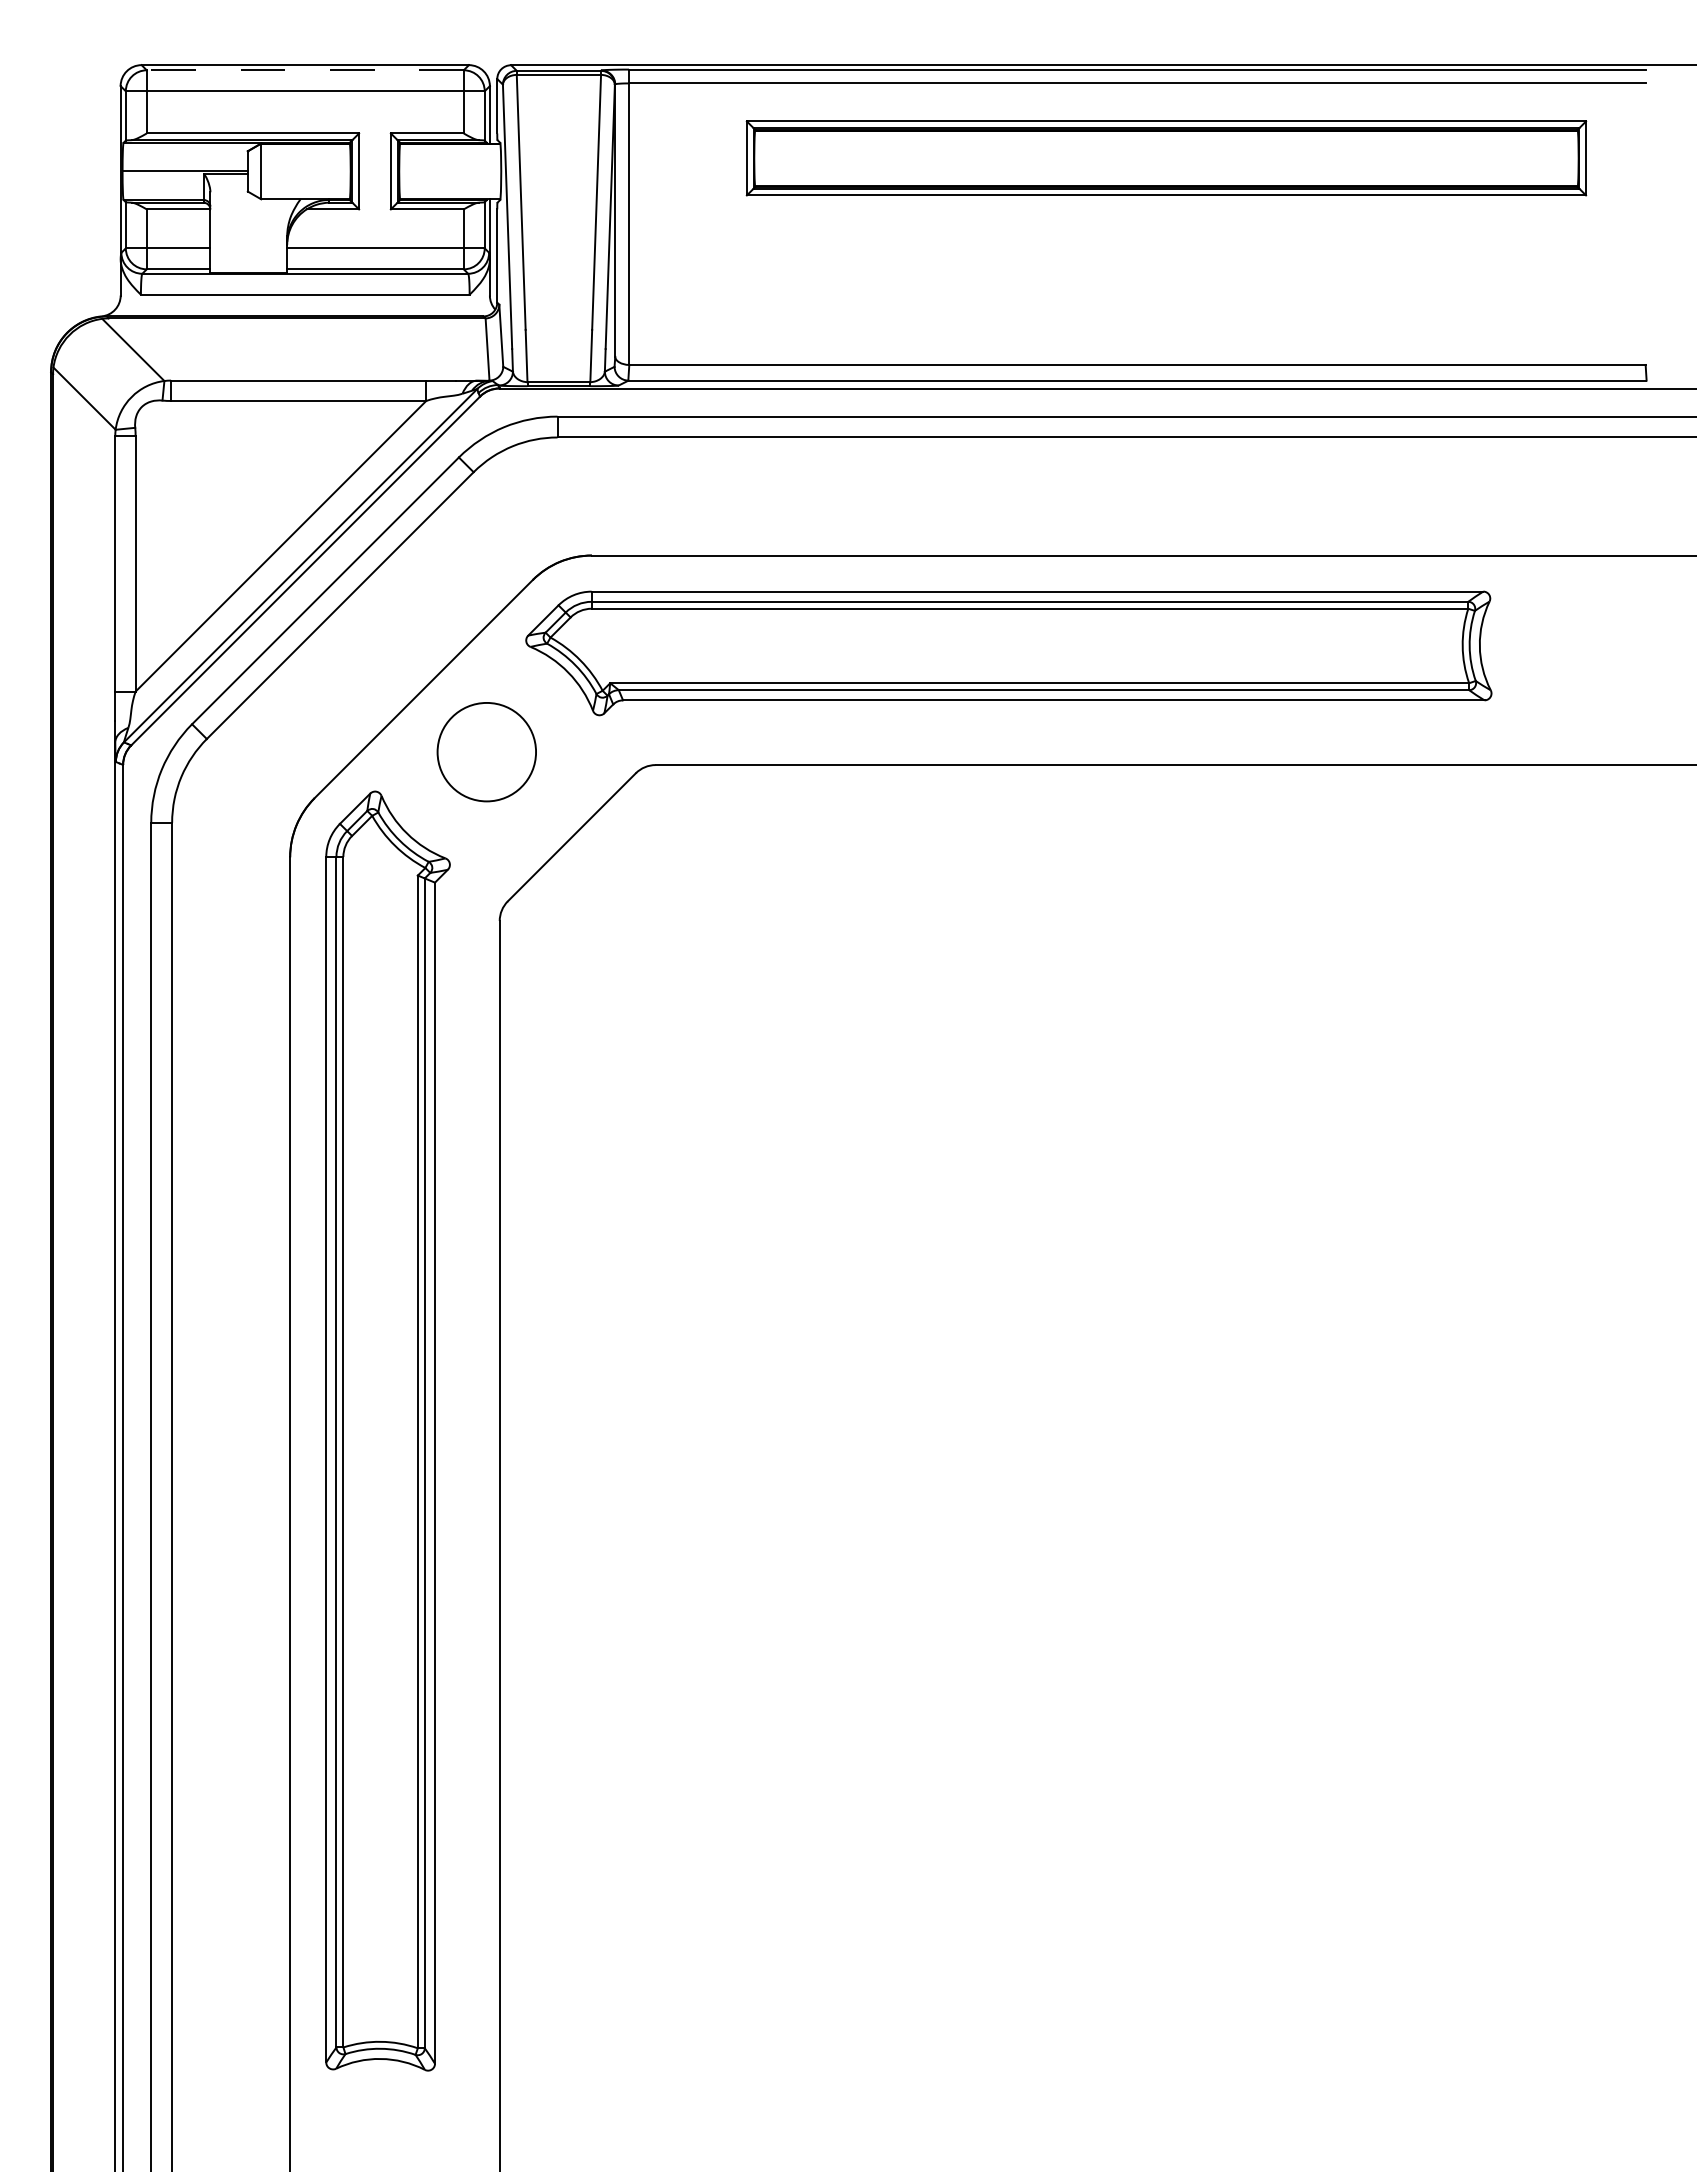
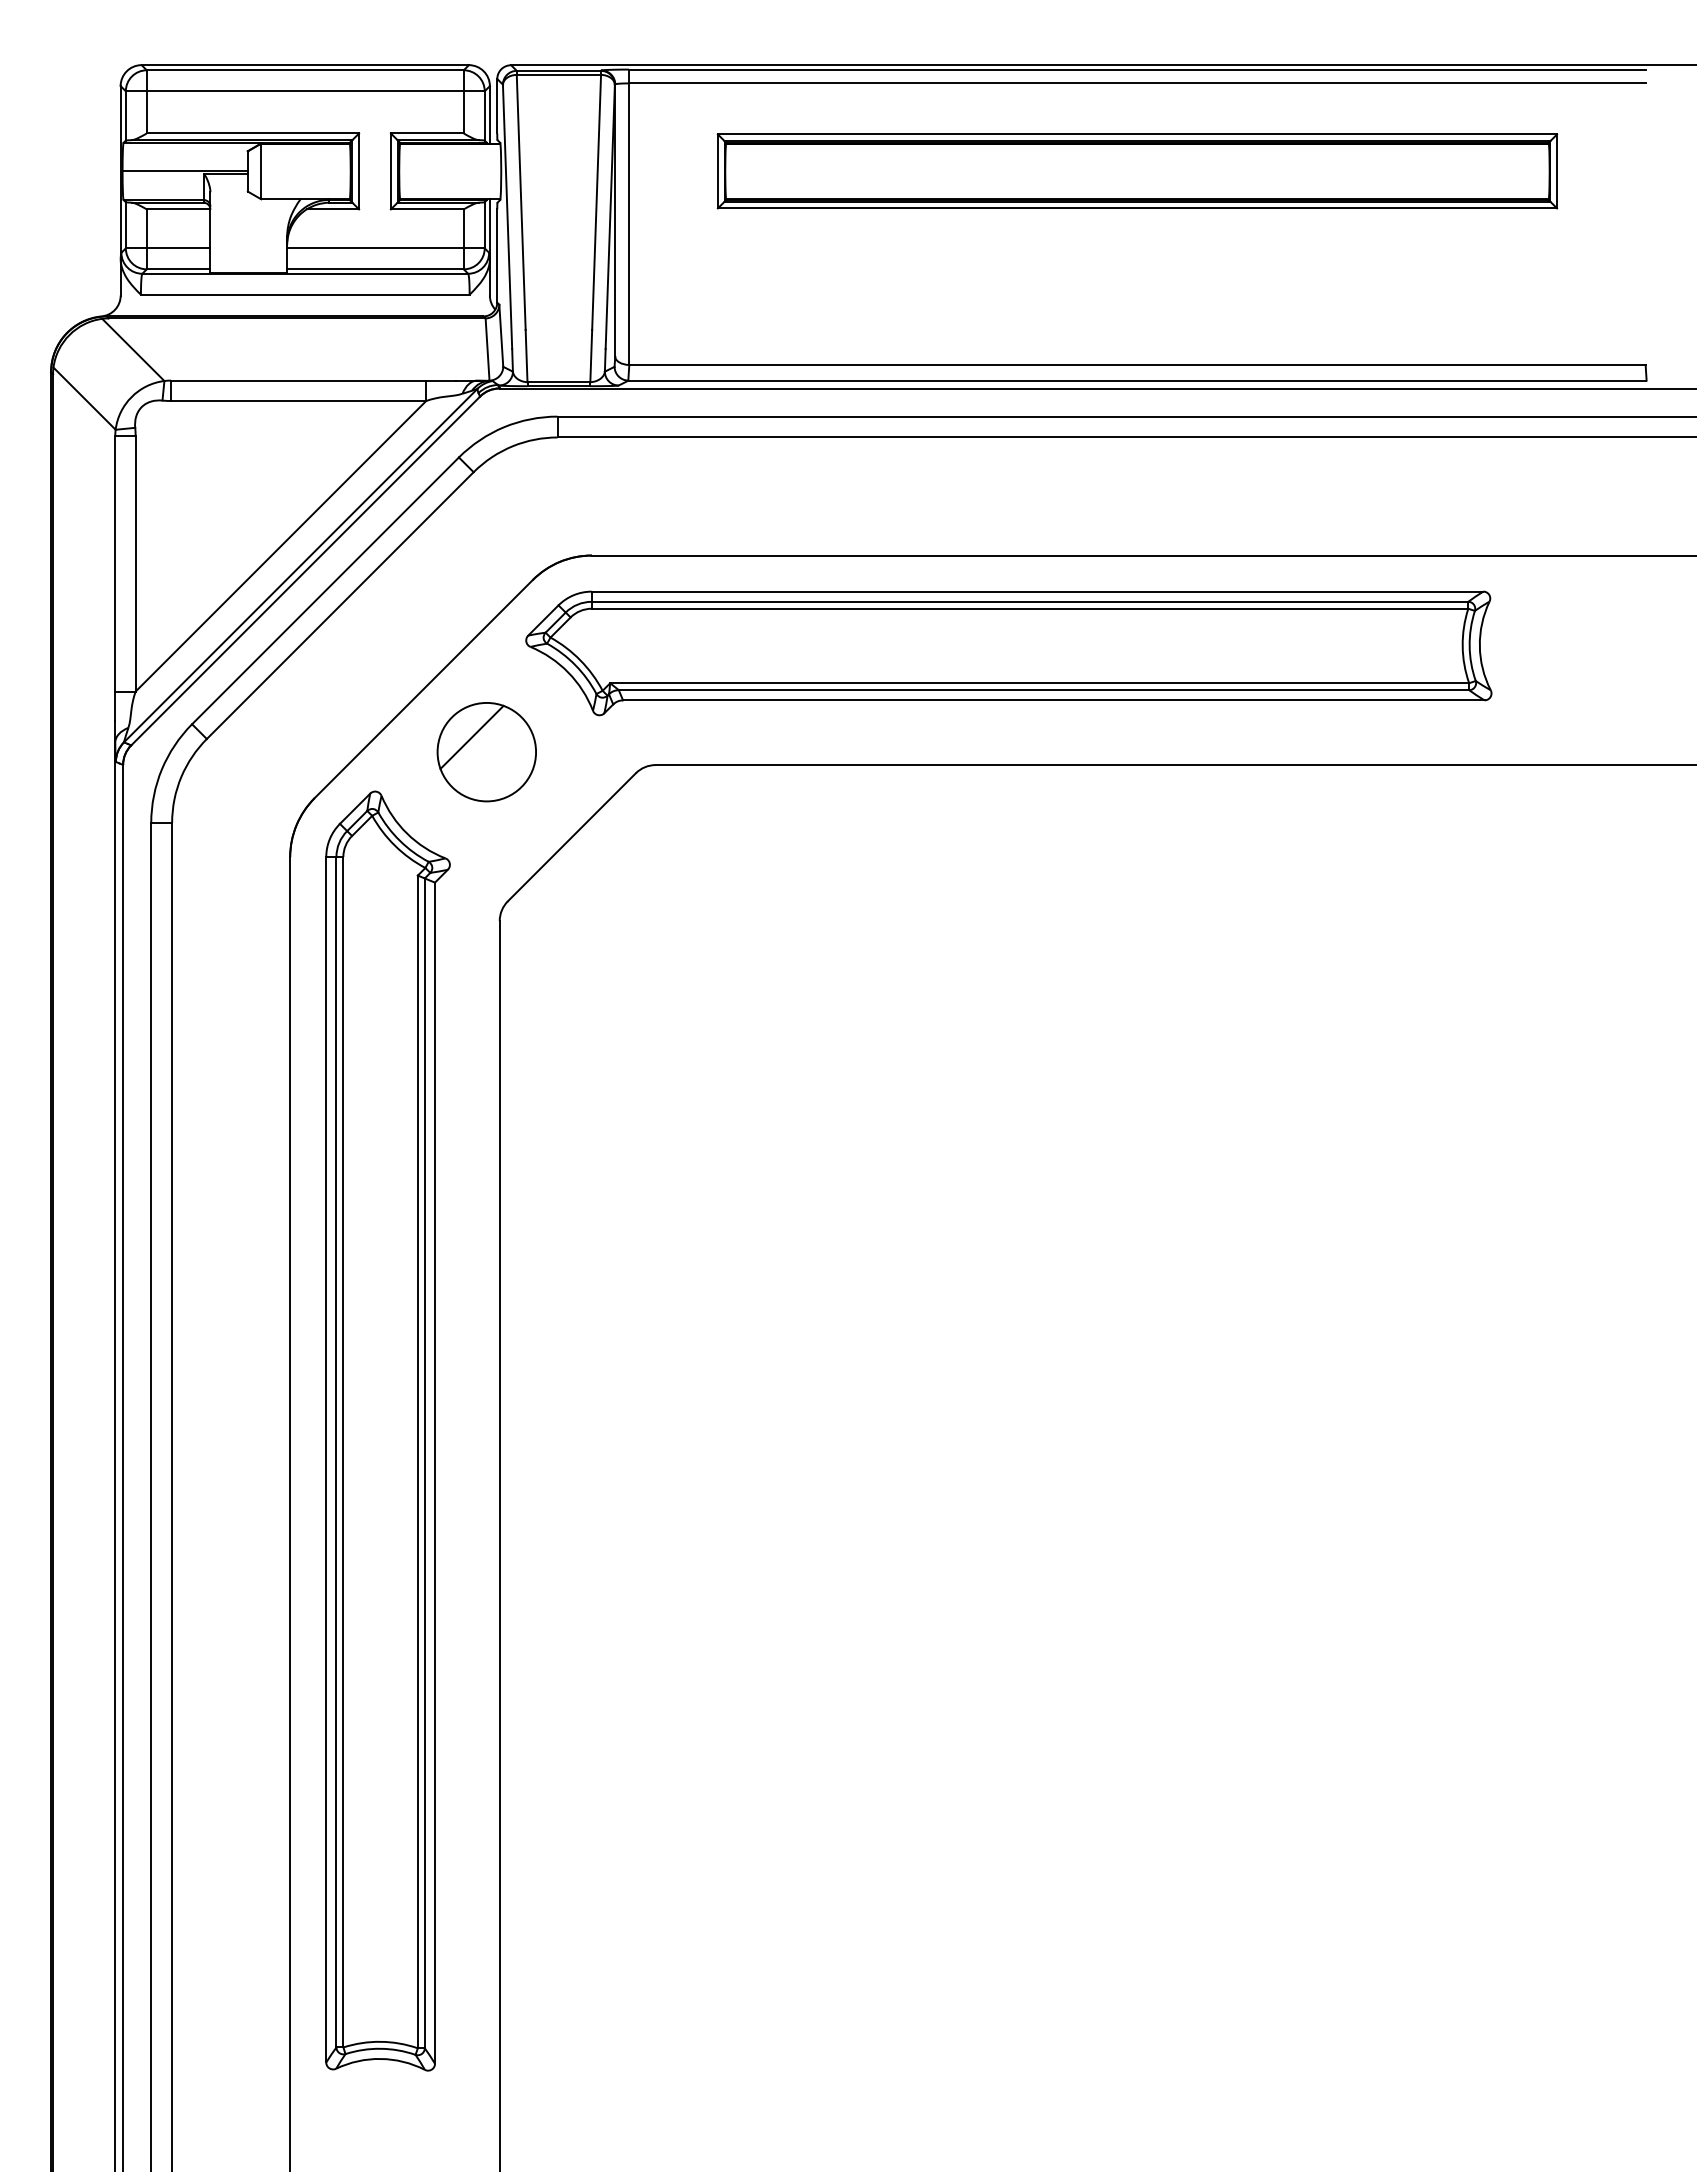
line at (305, 70): dashed -> solid
part at (1166, 158) position: (1166, 158) -> (1137, 171)
line at (471, 736): none -> present
